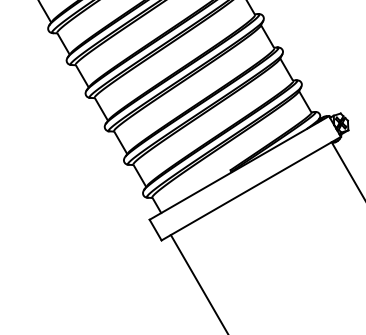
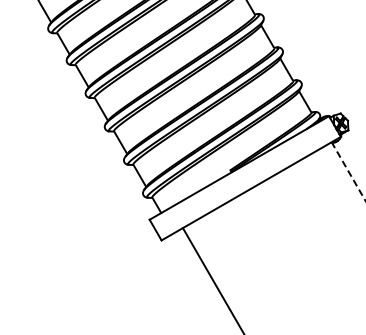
line at (348, 171): solid -> dashed
line at (198, 283) position: (198, 283) -> (212, 279)
